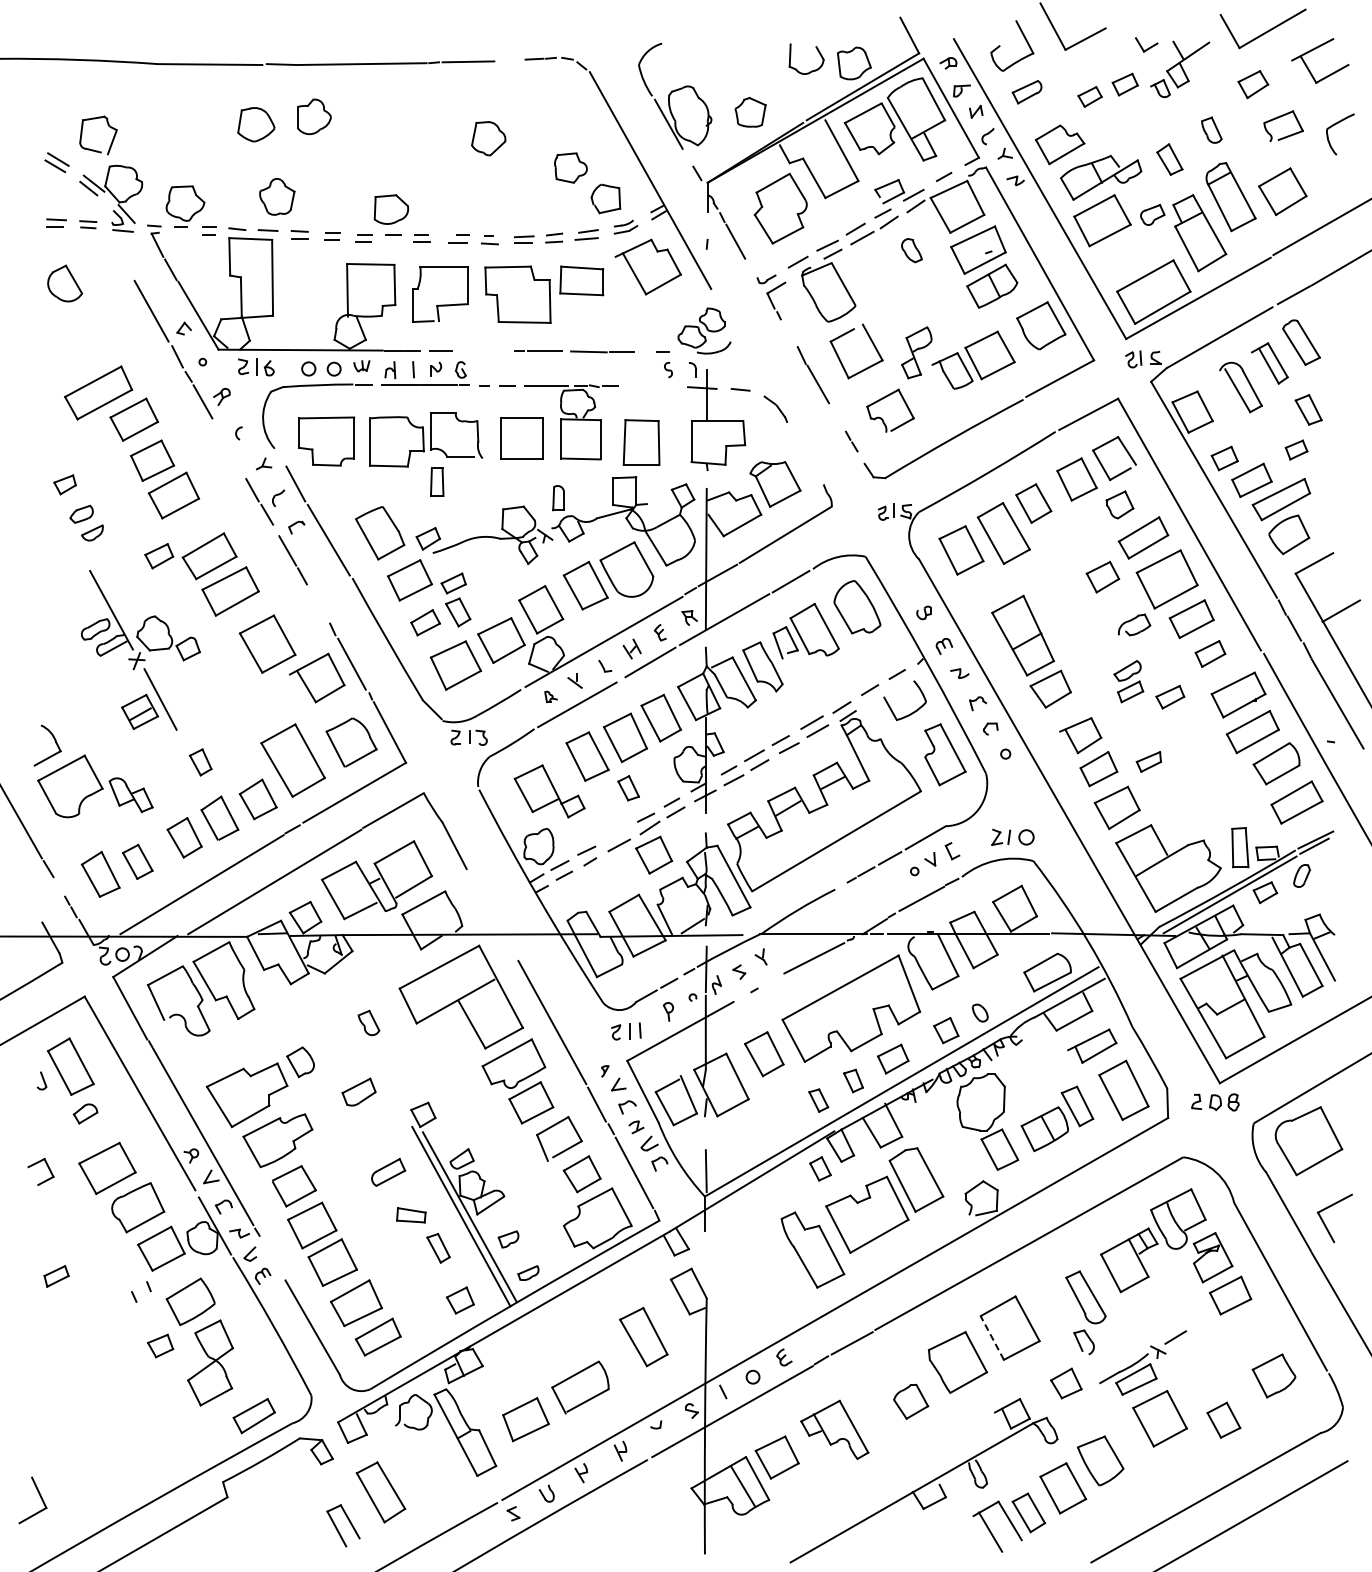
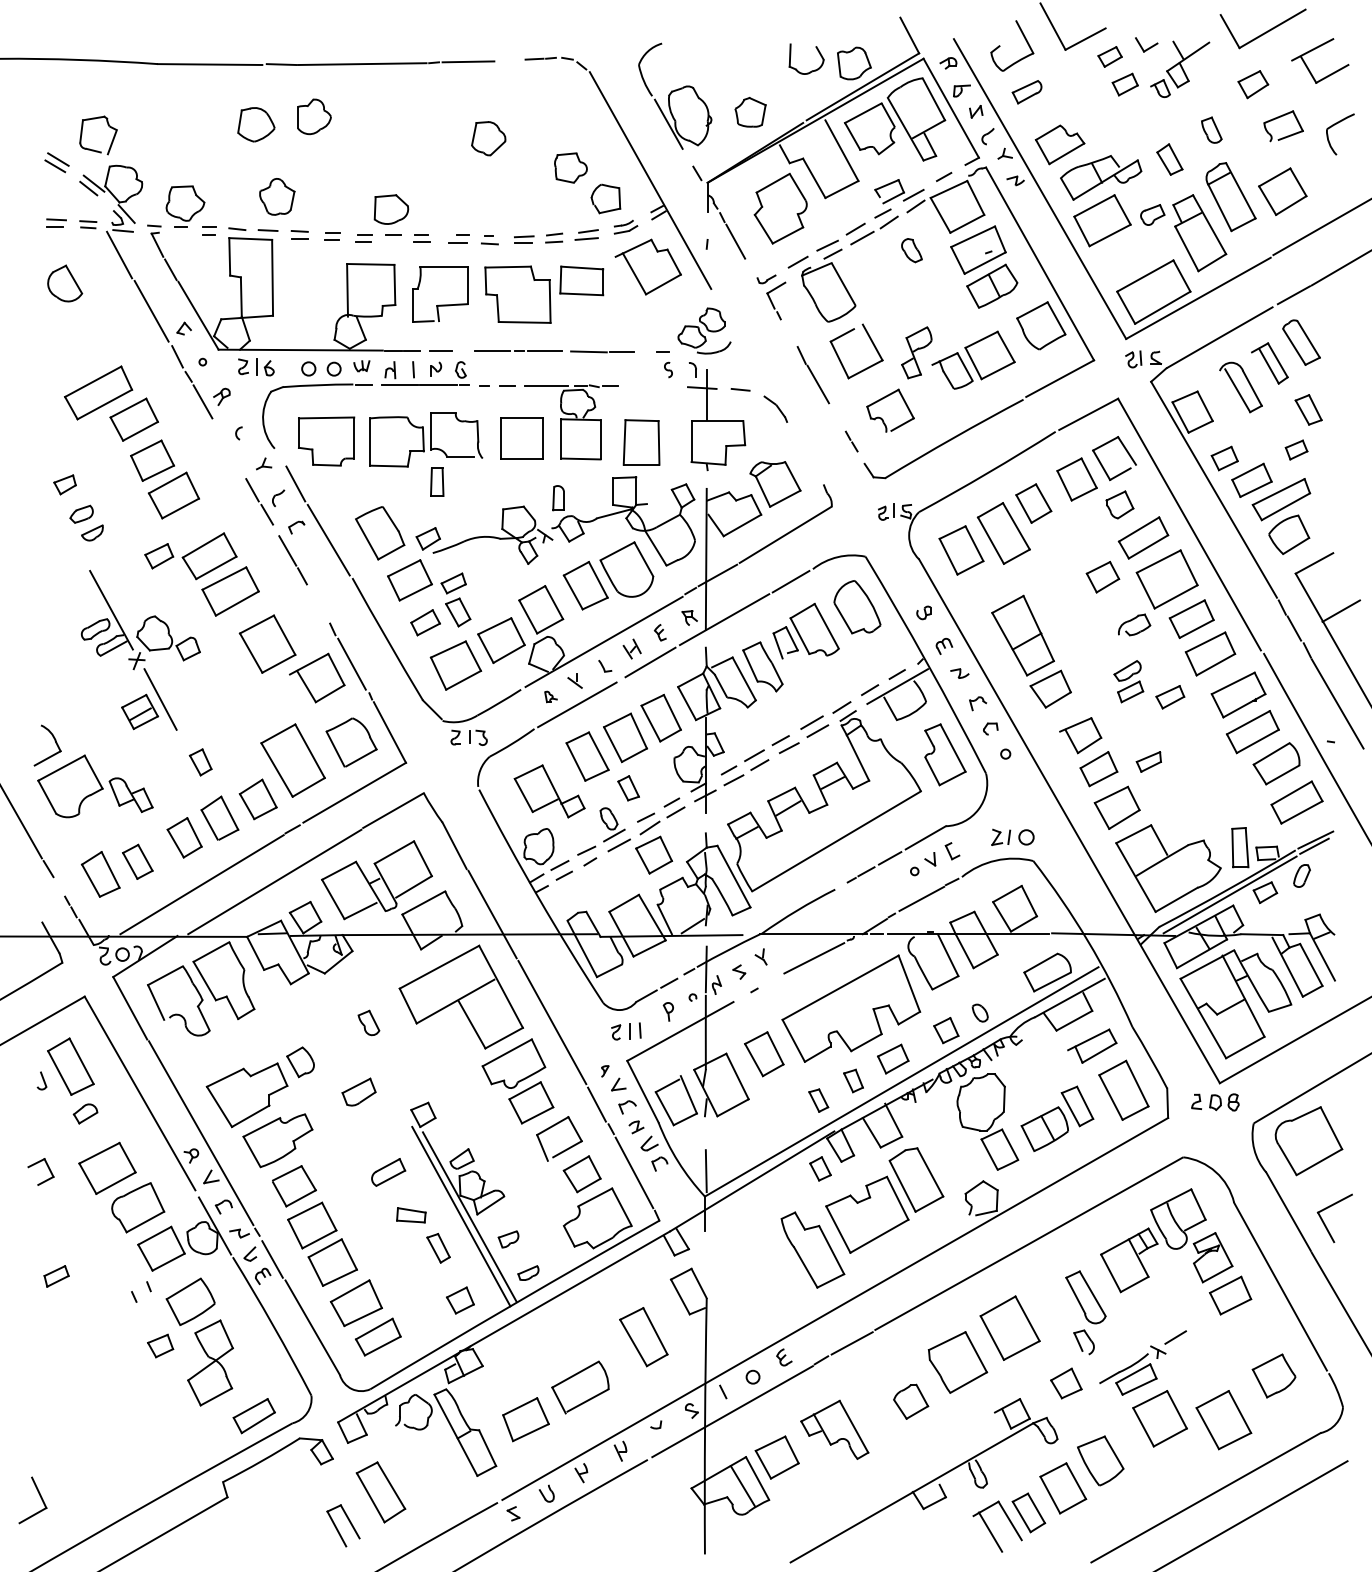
part at (1089, 96) position: (1089, 96) -> (1109, 56)
line at (119, 254): none -> present
line at (492, 351): none -> present
part at (1210, 653) size: 33x28 px -> 53x46 px
line at (897, 686): none -> present
part at (612, 824): none -> present
line at (492, 914): none -> present
line at (272, 1259): none -> present
line at (992, 1338): dashed -> solid
part at (1223, 1419) size: 36x38 px -> 58x61 px
